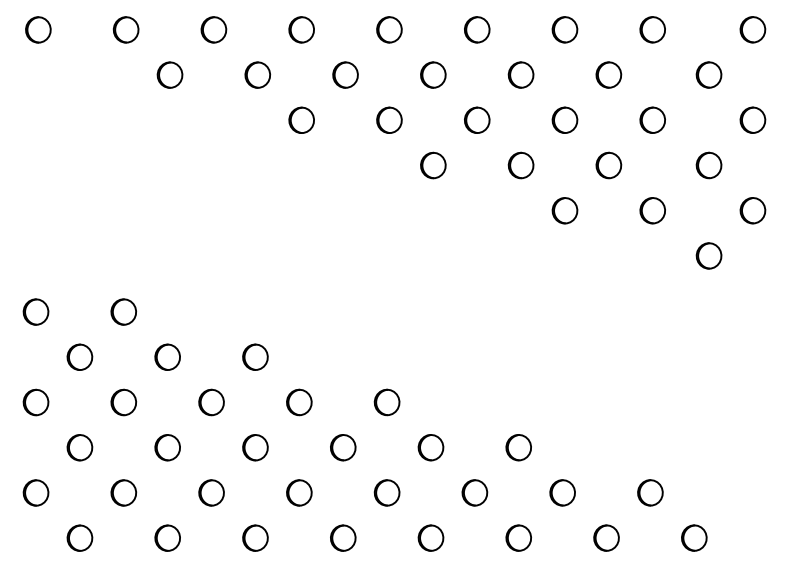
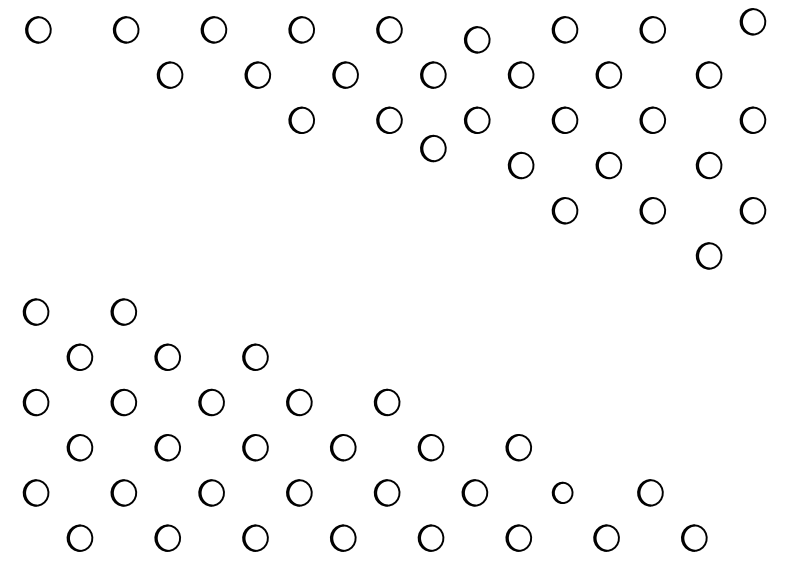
part at (477, 29) position: (477, 29) -> (477, 39)
part at (752, 29) position: (752, 29) -> (752, 21)
part at (433, 165) position: (433, 165) -> (433, 148)
part at (562, 492) size: 27x28 px -> 23x23 px
